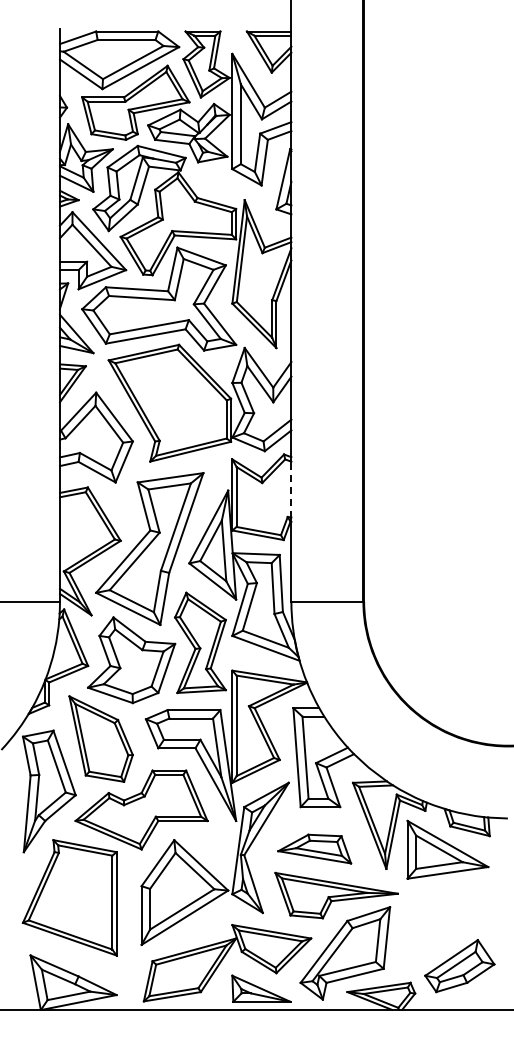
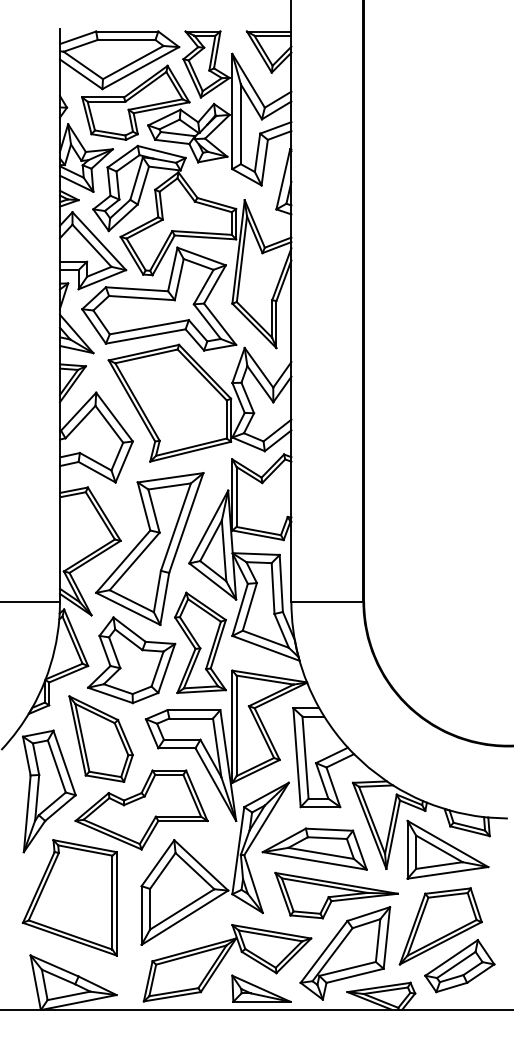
line at (291, 489): dashed -> solid
part at (314, 848) size: 76x32 px -> 107x44 px
part at (440, 926): none -> present
